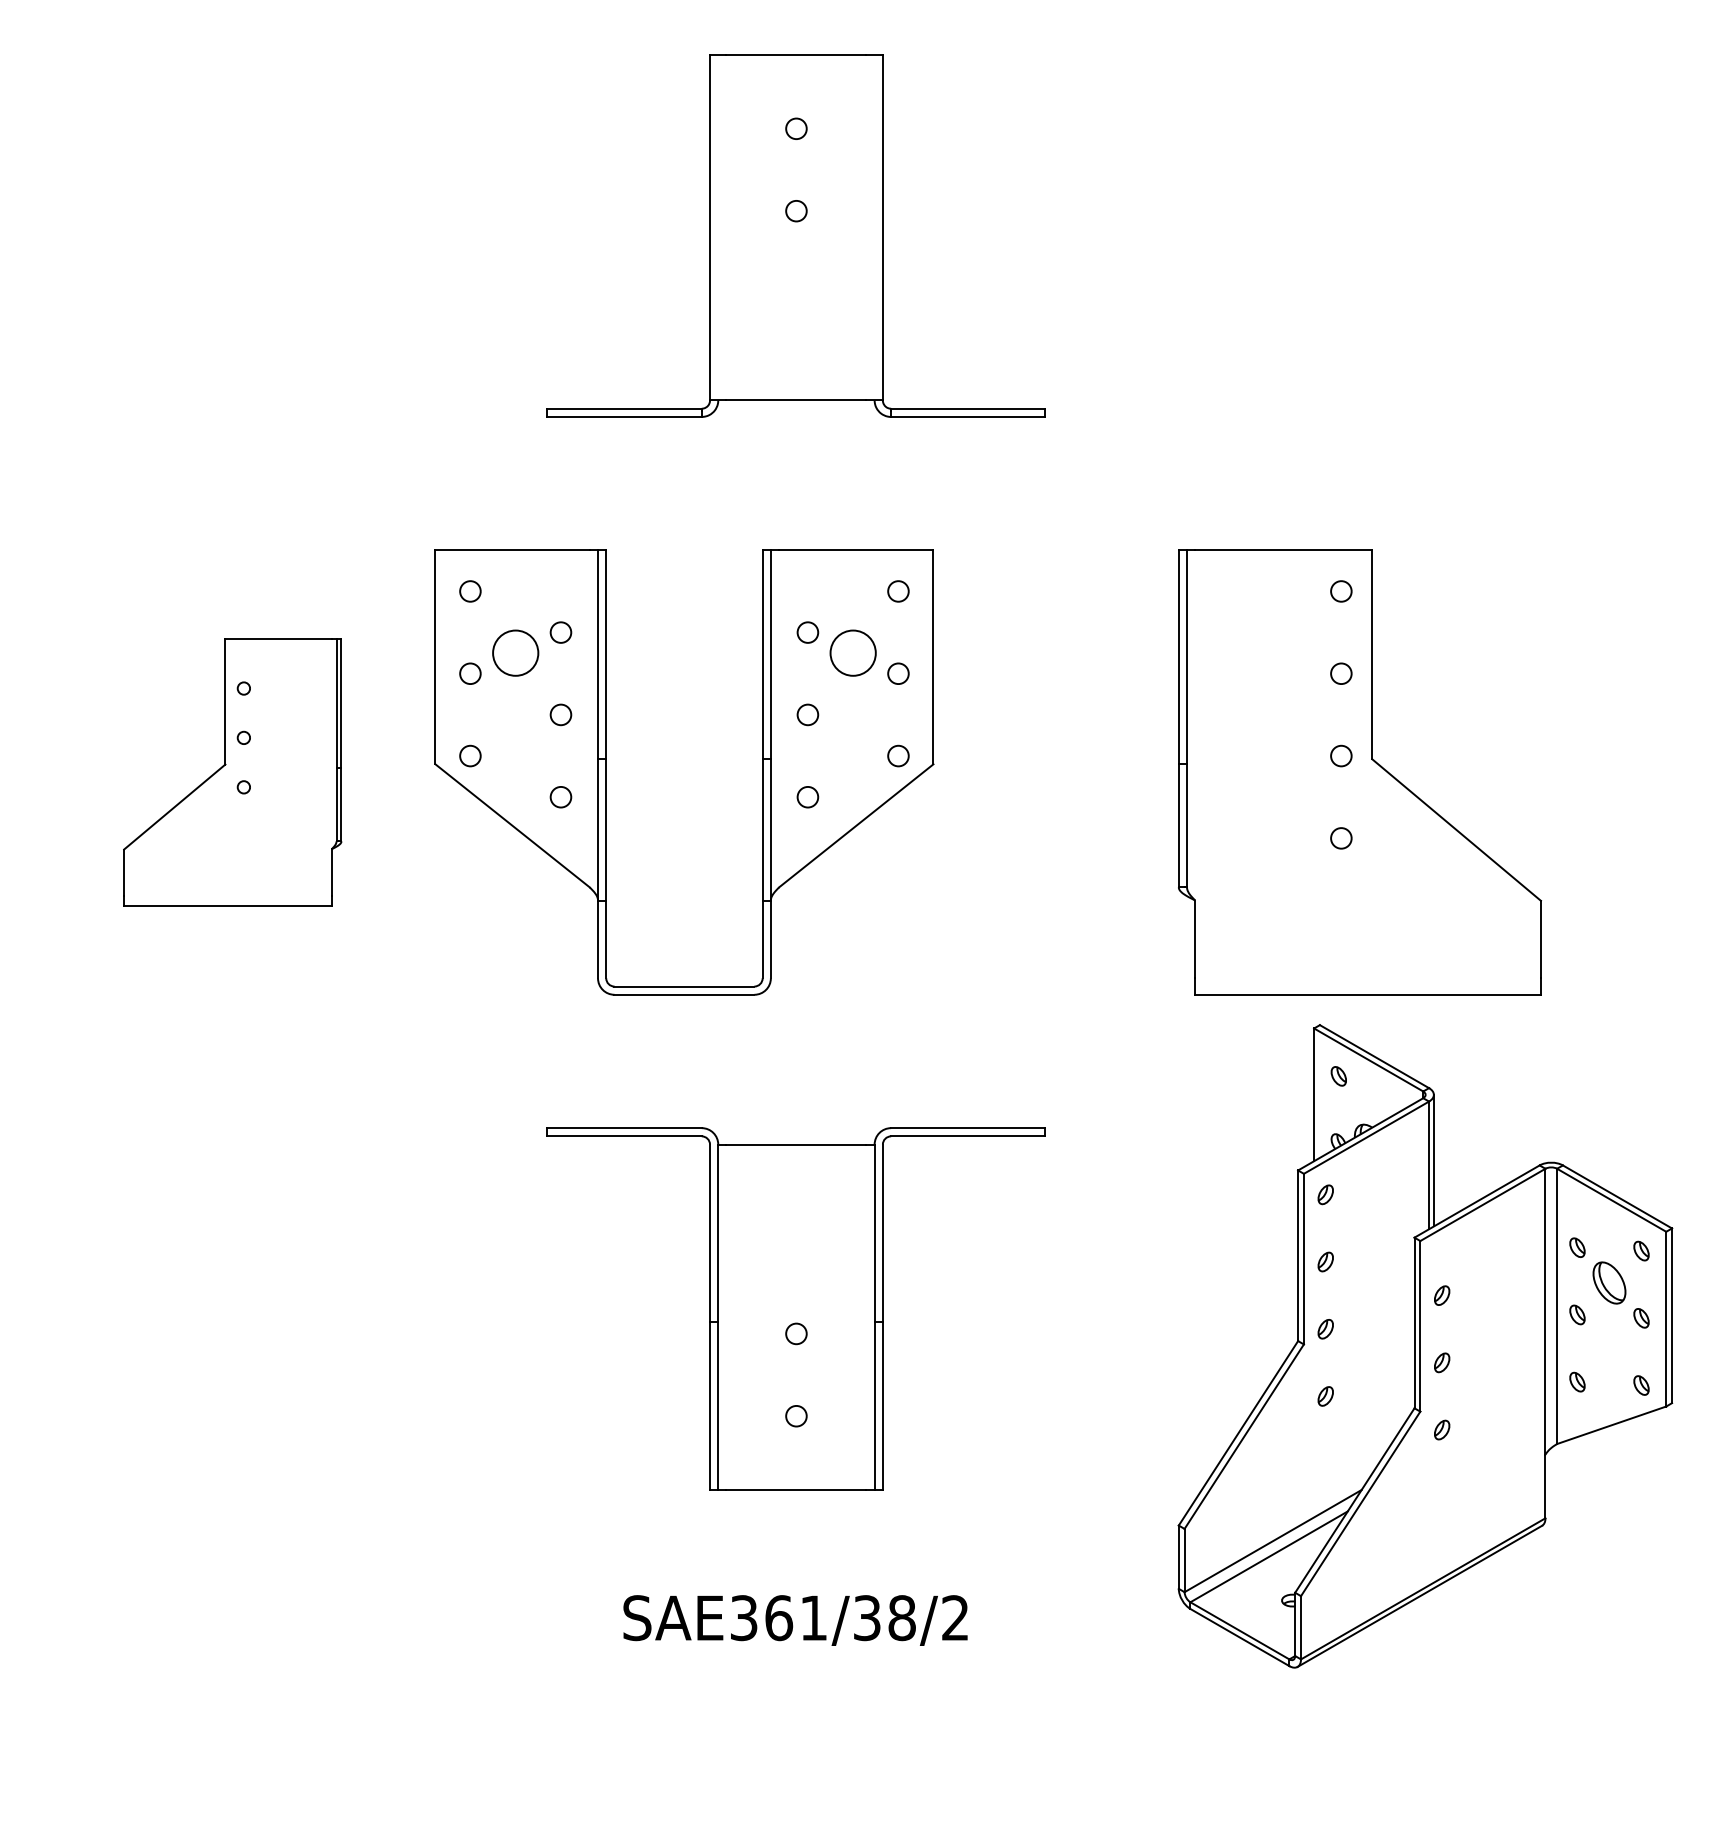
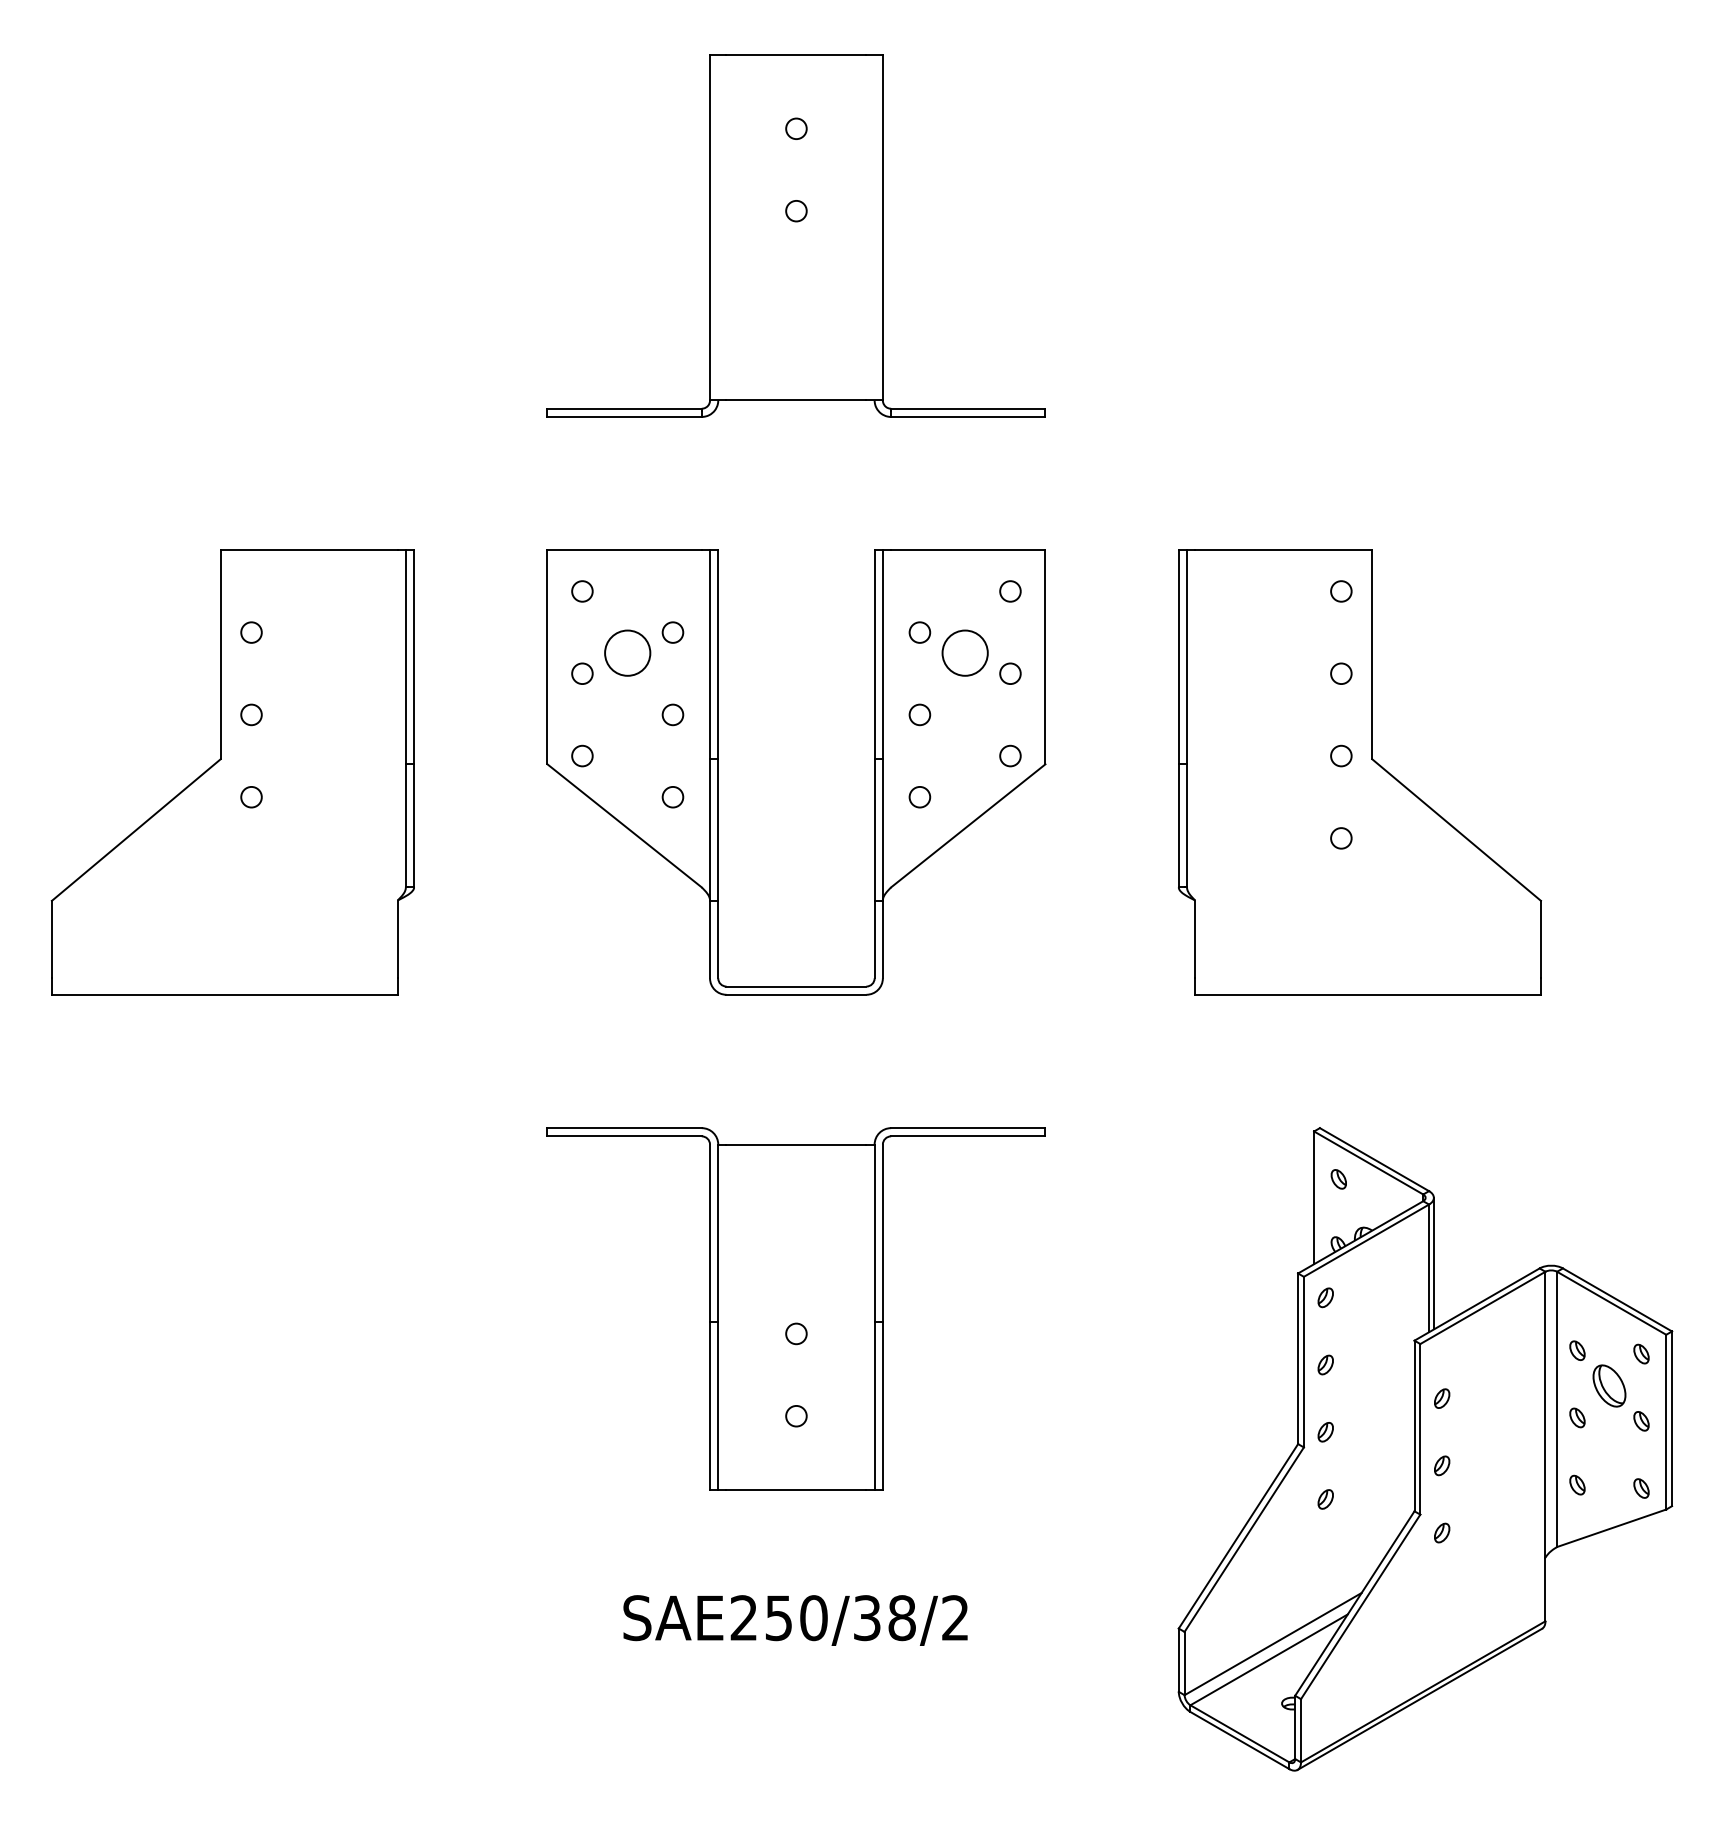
part at (232, 772) size: 220x269 px -> 365x447 px
part at (606, 772) position: (606, 772) -> (718, 772)
part at (1425, 1346) position: (1425, 1346) -> (1425, 1449)
text at (778, 1618): SAE361/38/2 -> SAE250/38/2
